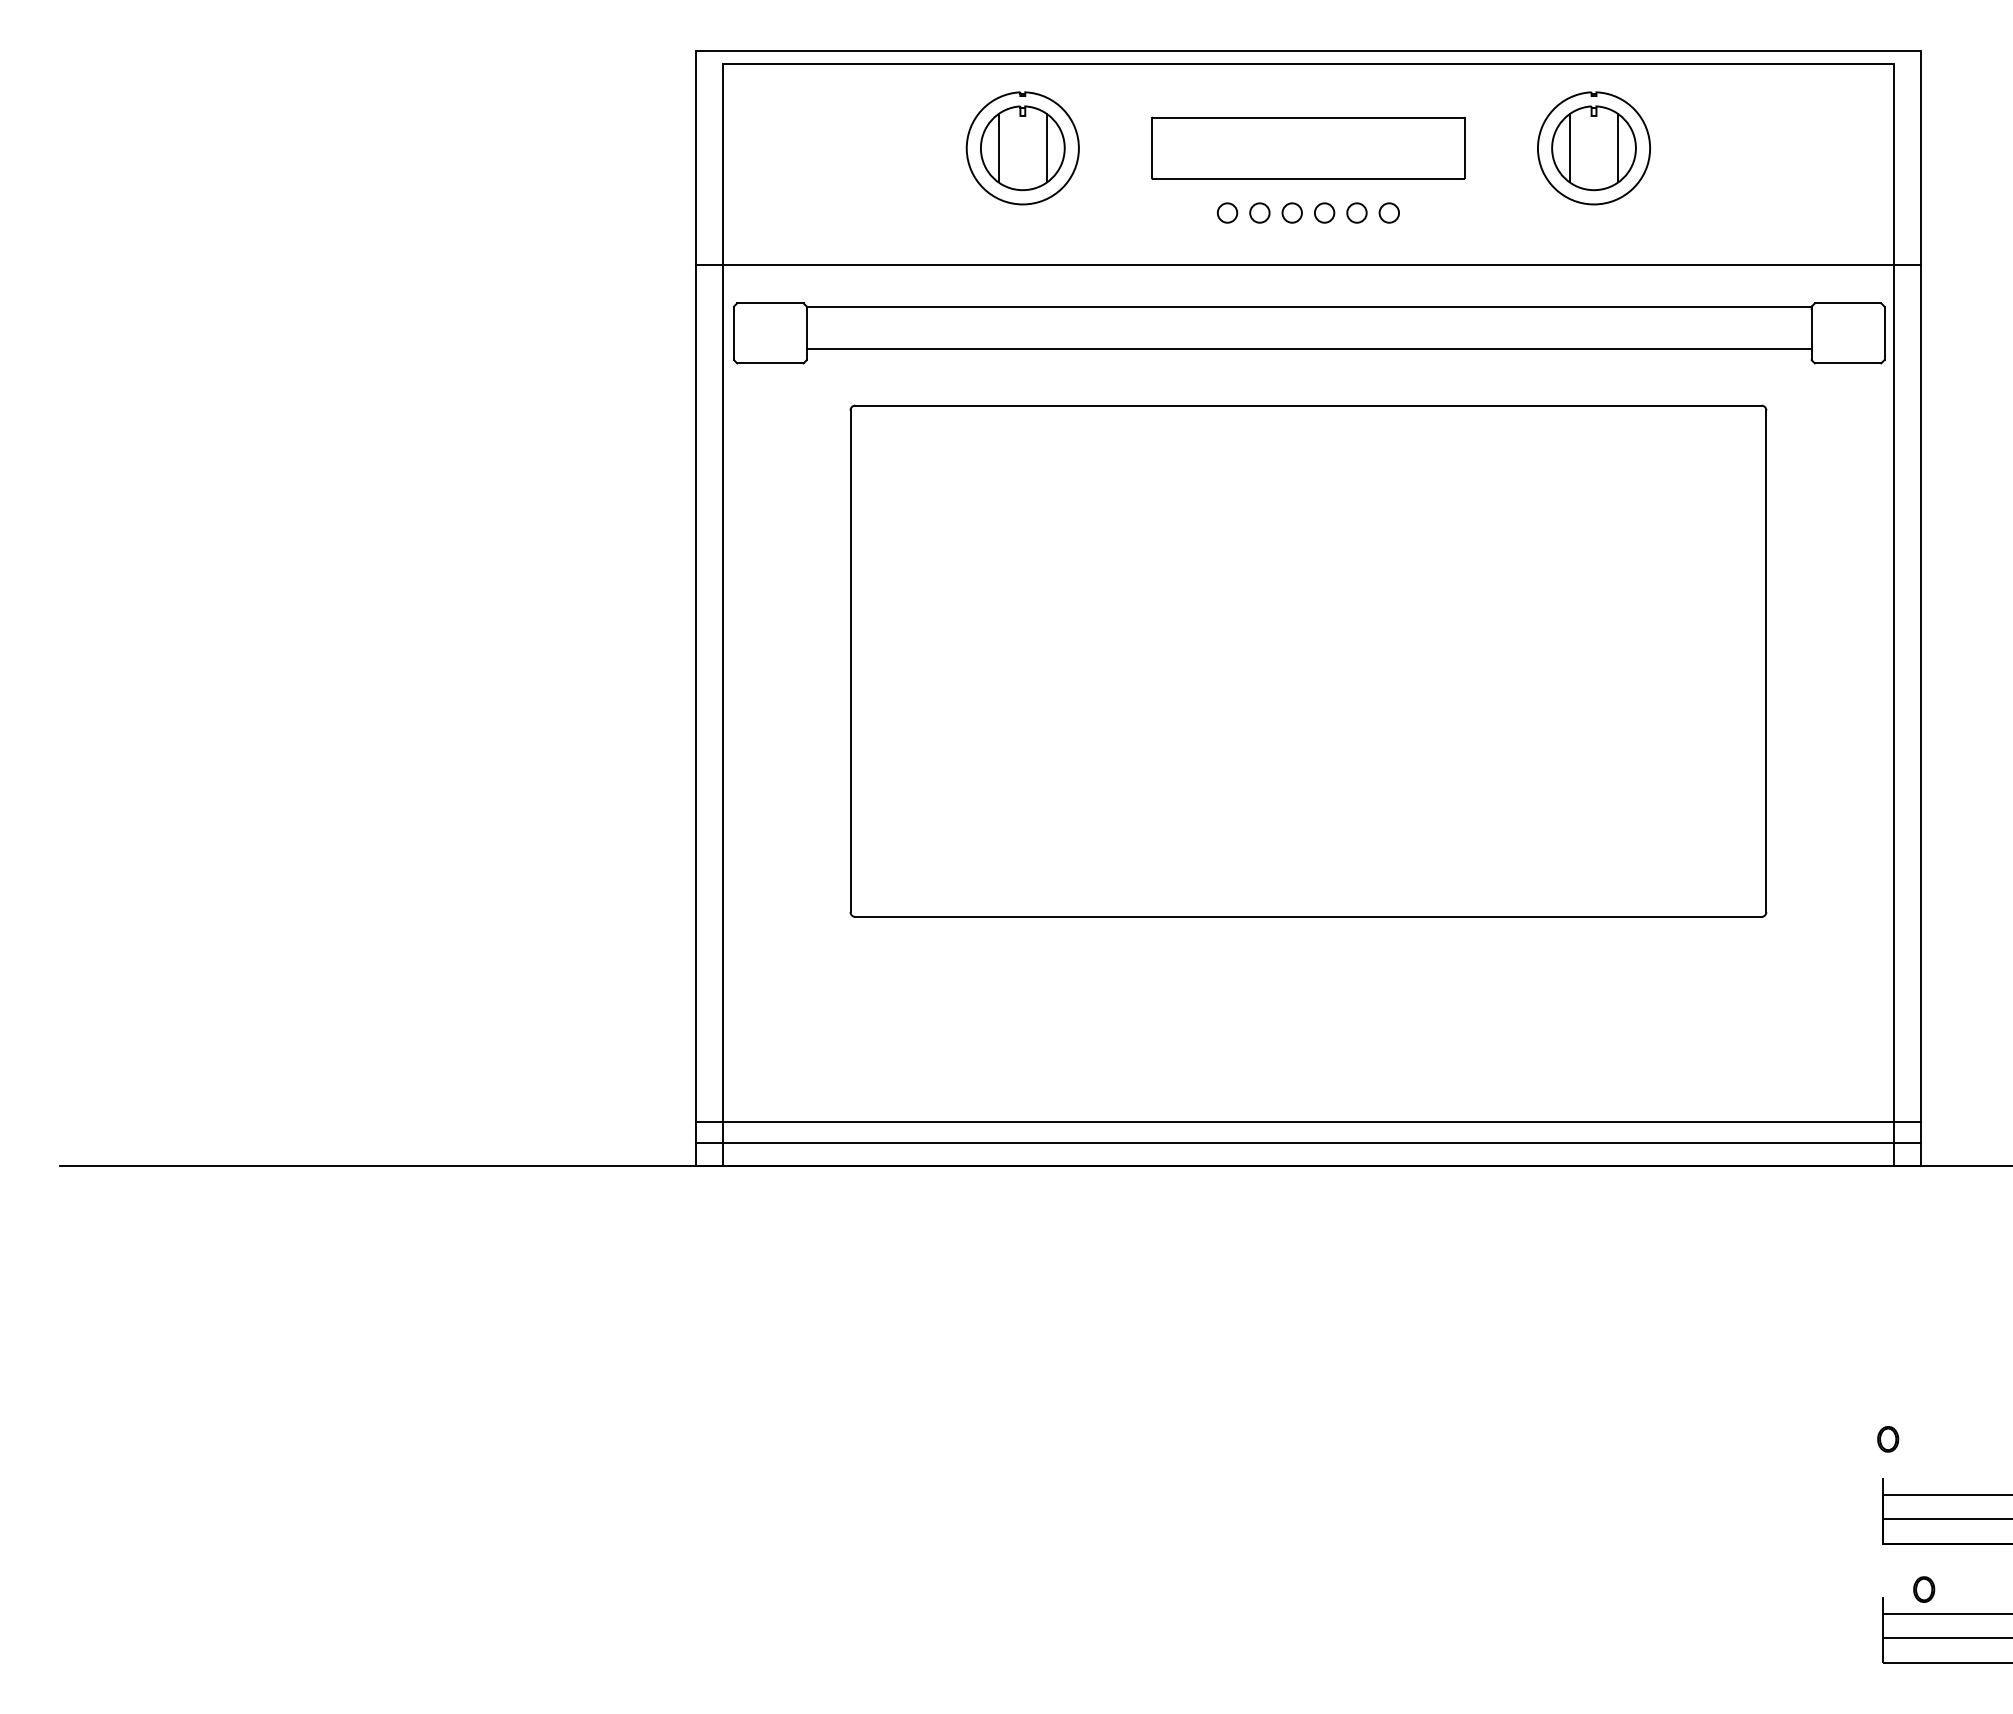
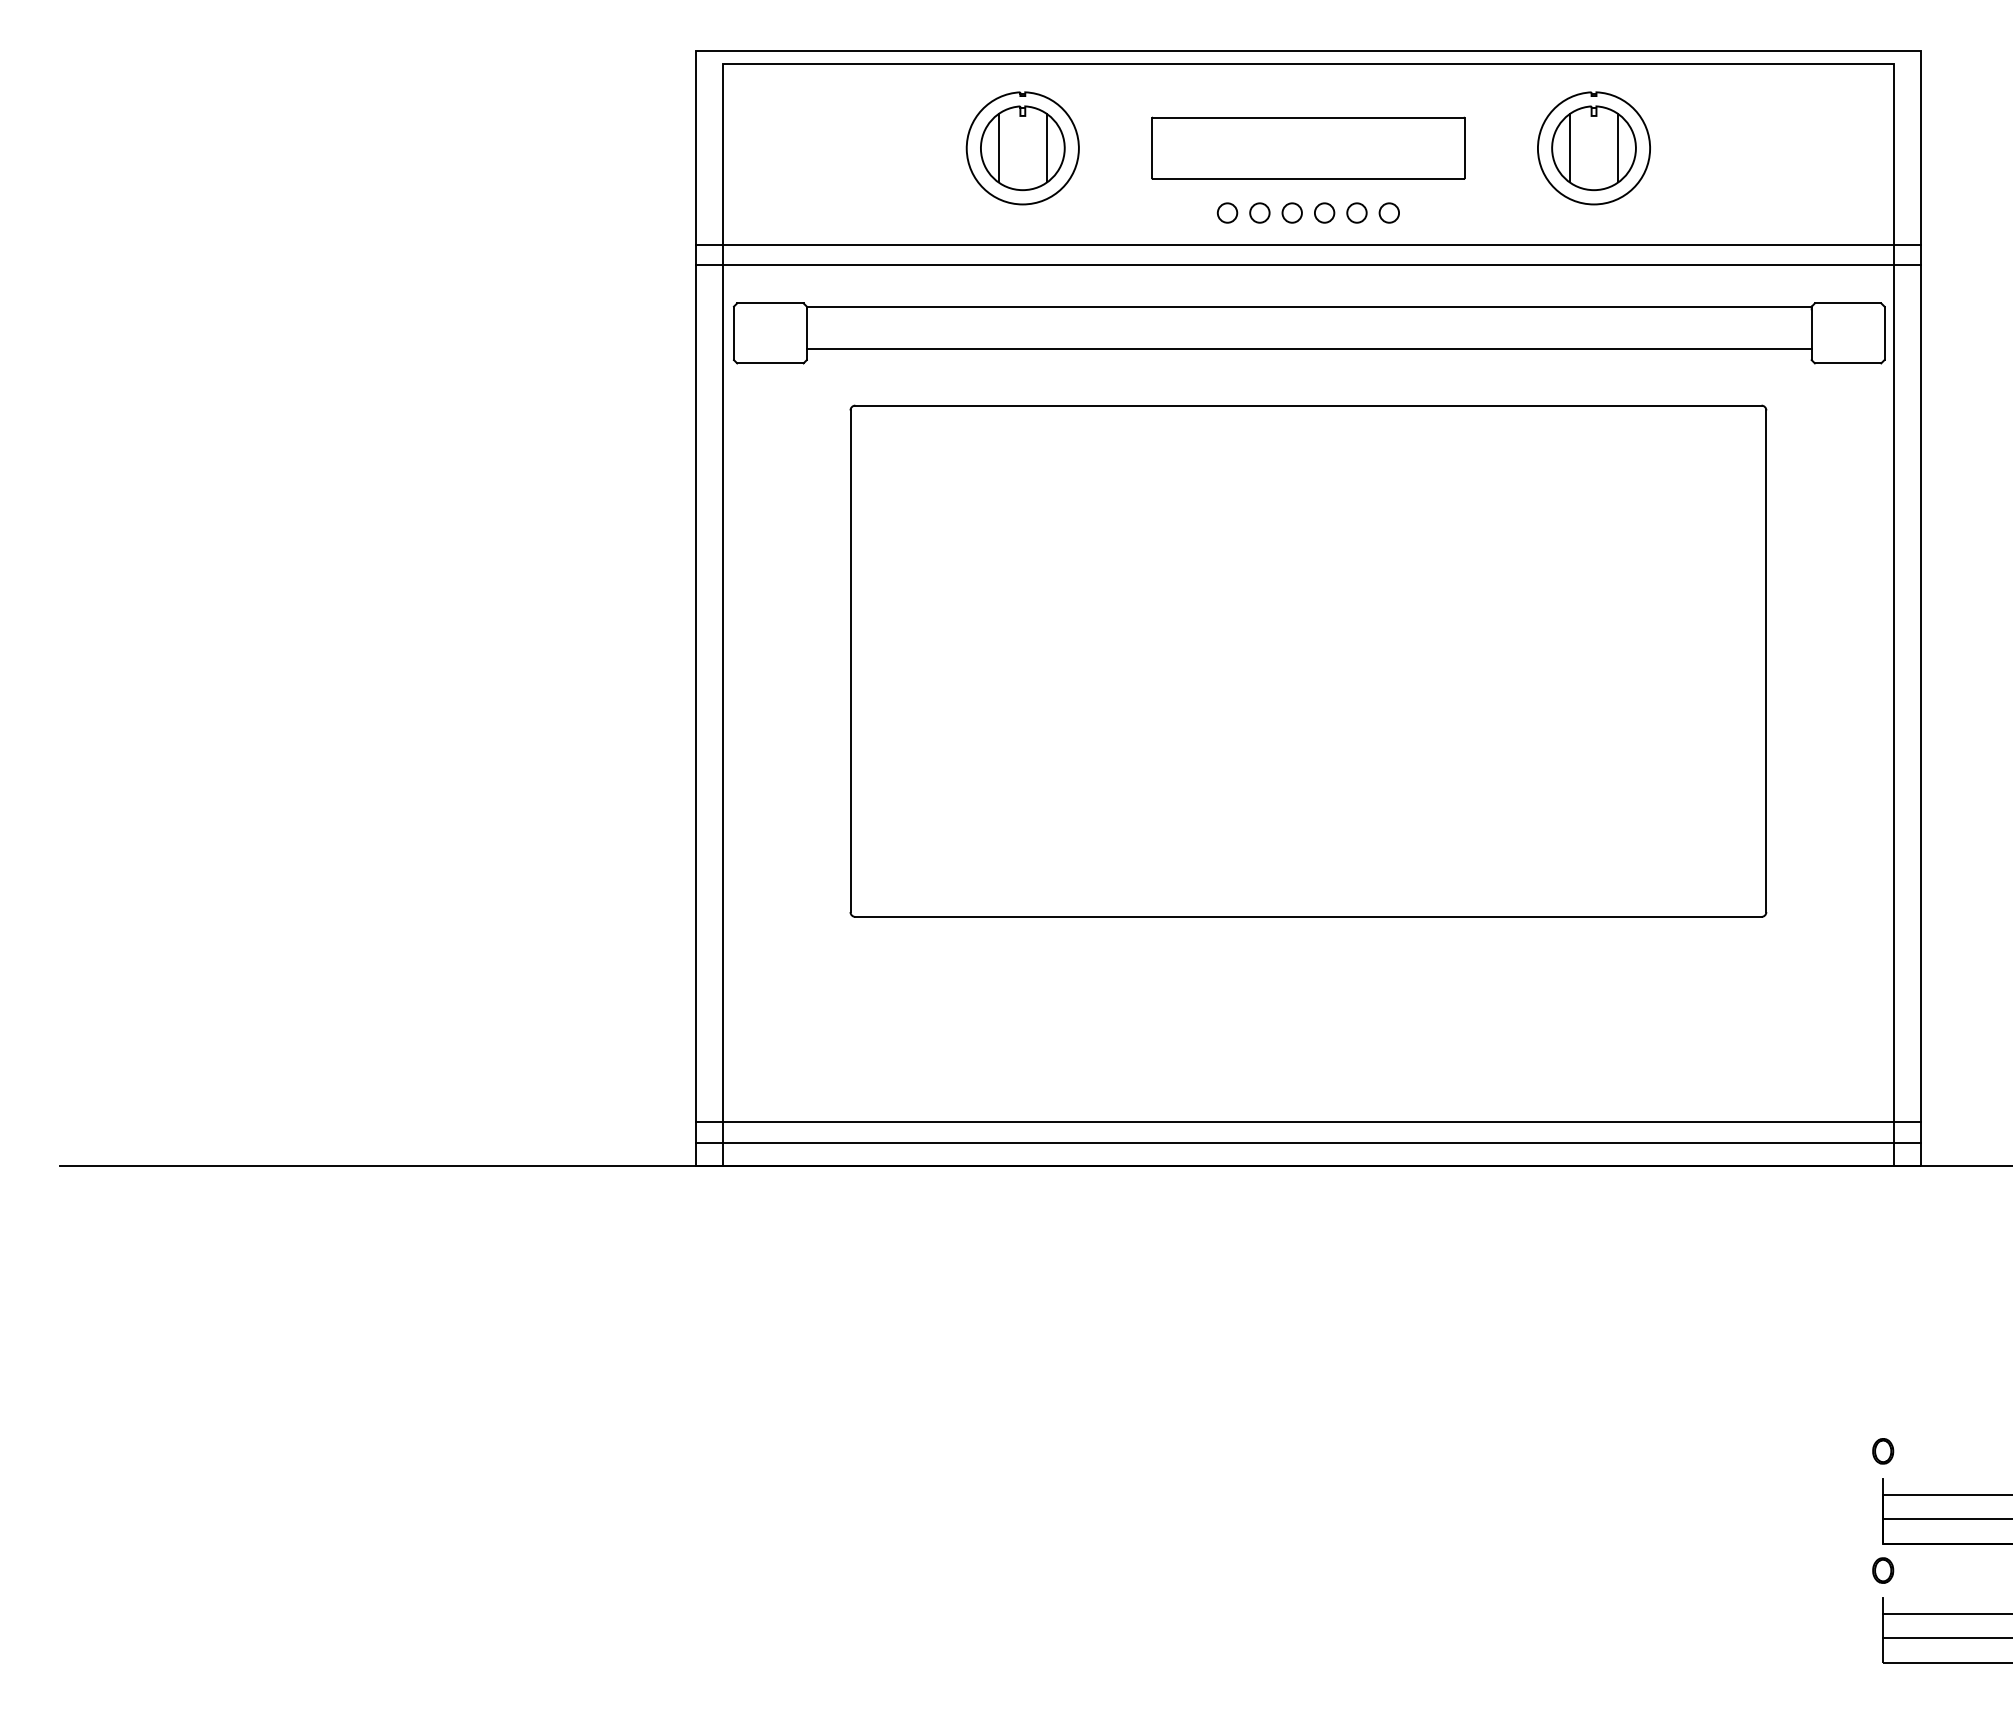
line at (1307, 245): none -> present
part at (1888, 1439) position: (1888, 1439) -> (1883, 1451)
part at (1924, 1589) position: (1924, 1589) -> (1883, 1570)
